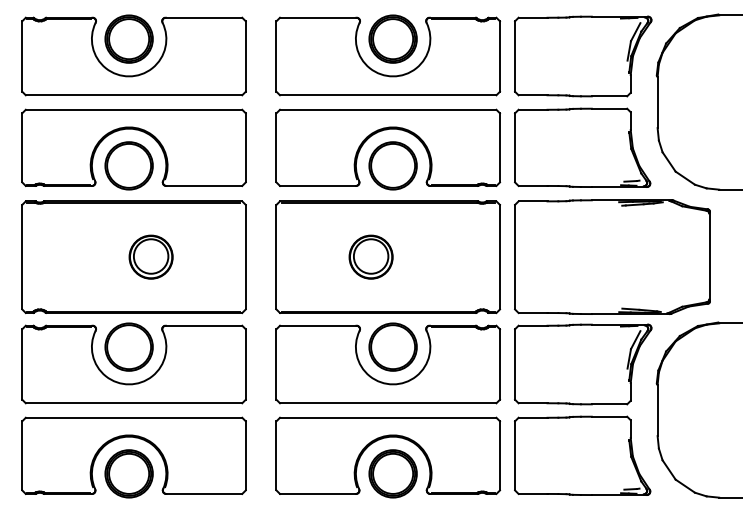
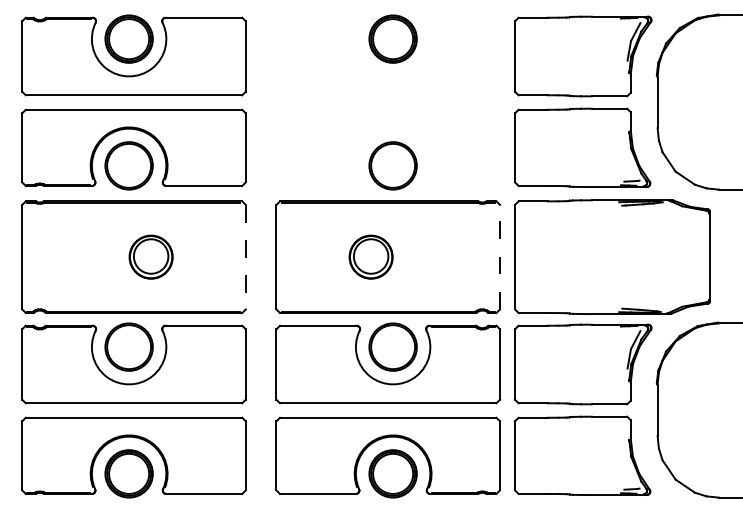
part at (382, 73): present -> none
part at (387, 130): present -> none
line at (499, 256): solid -> dashed
line at (245, 257): solid -> dashed
